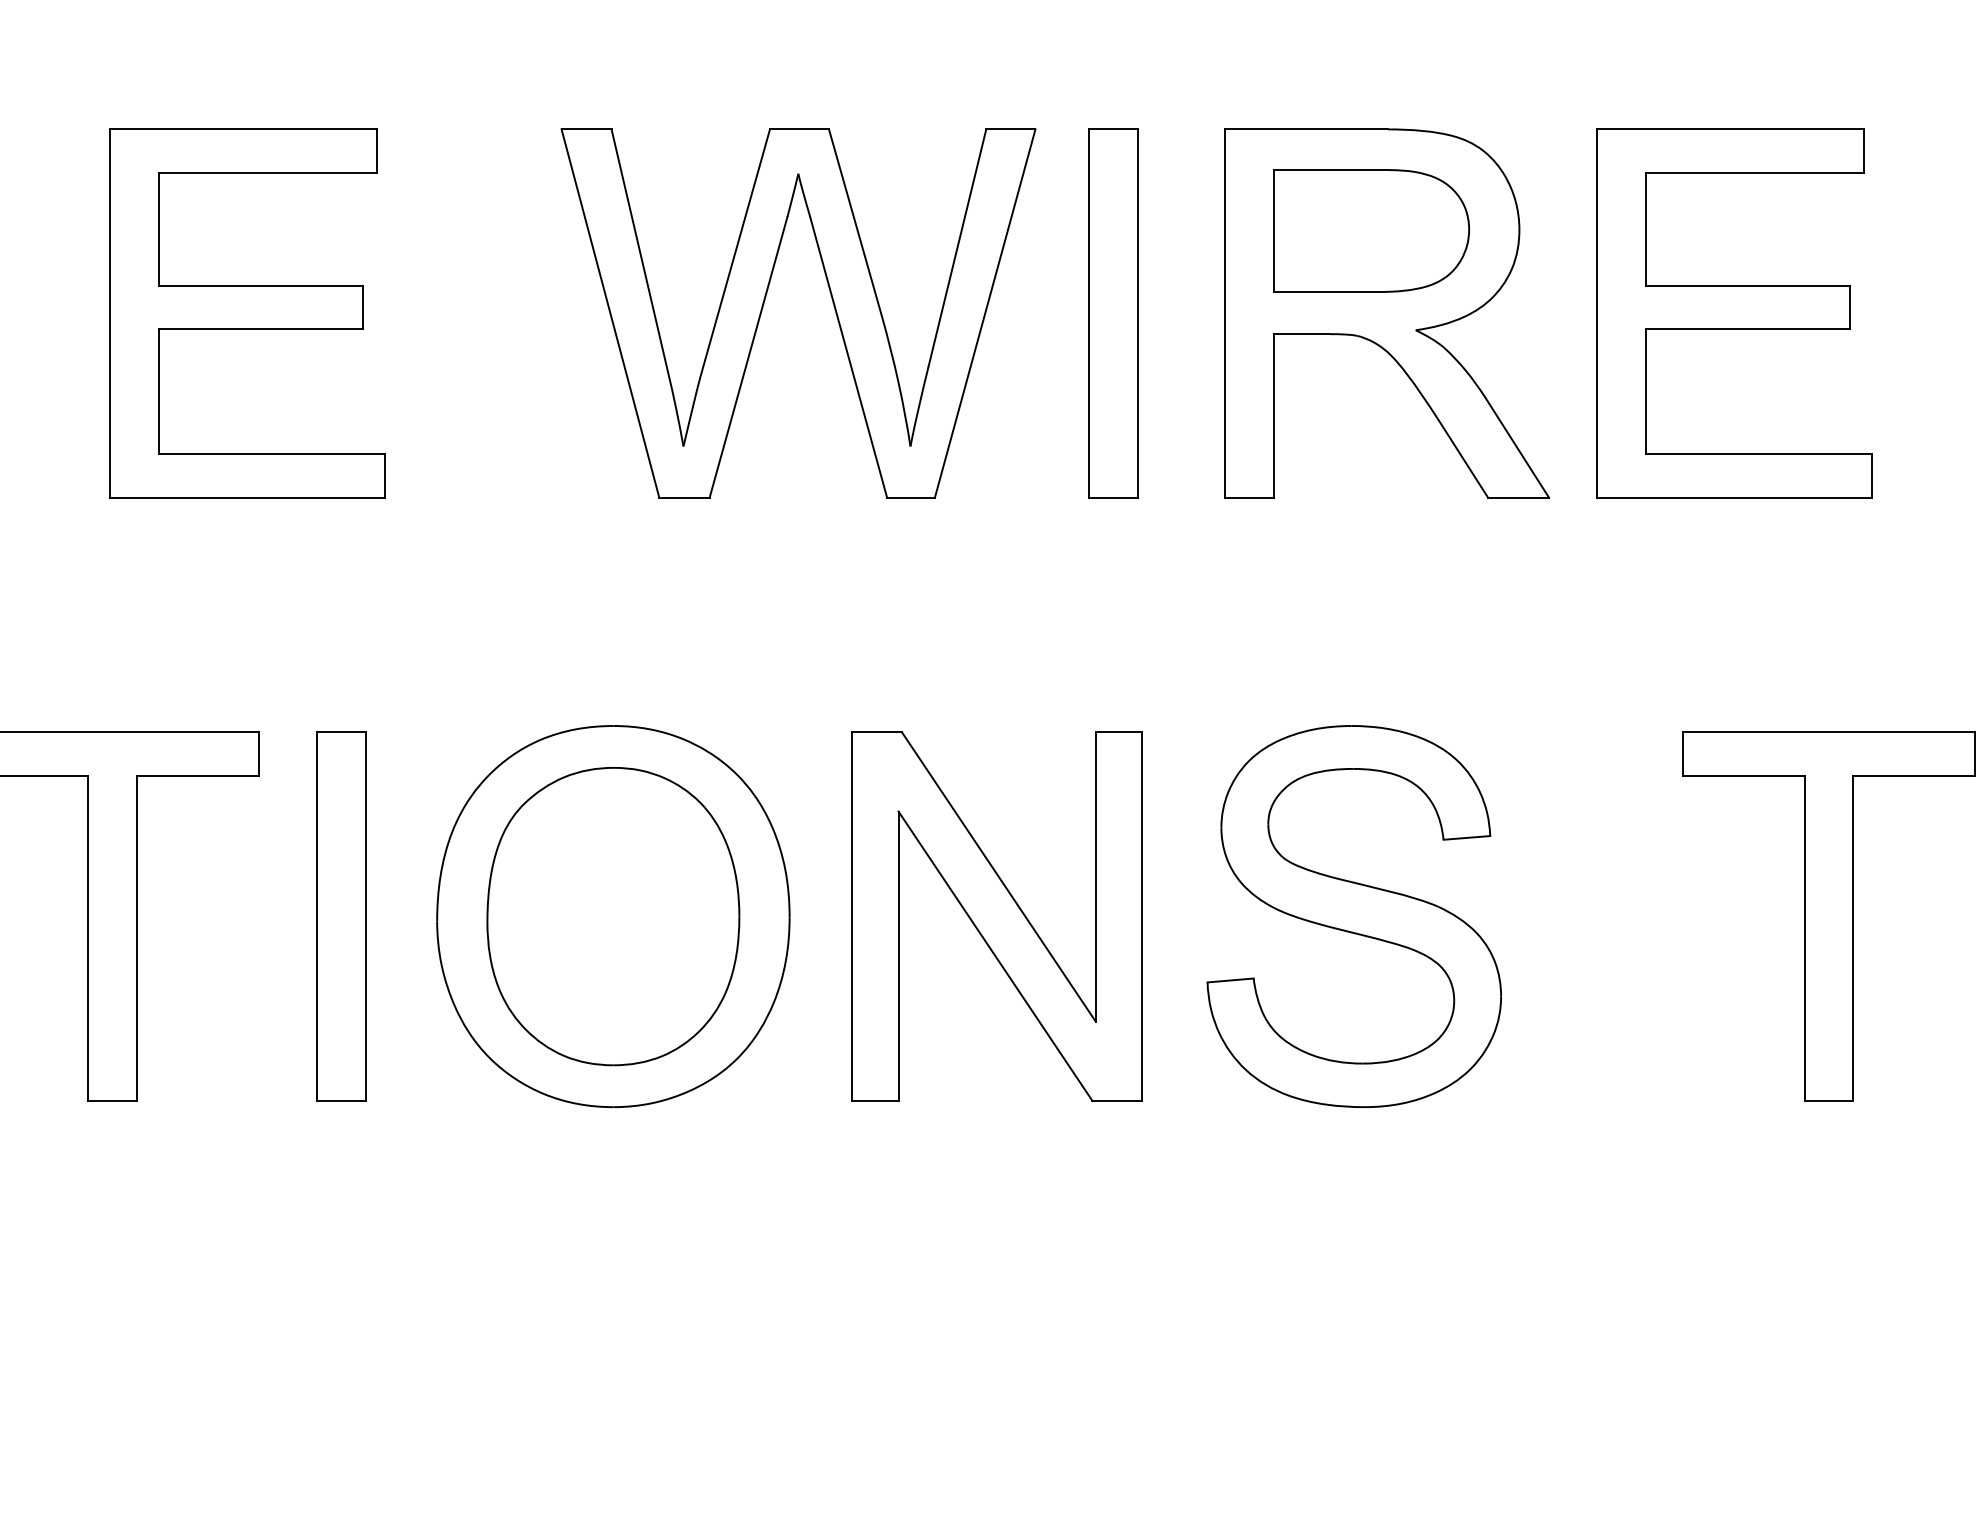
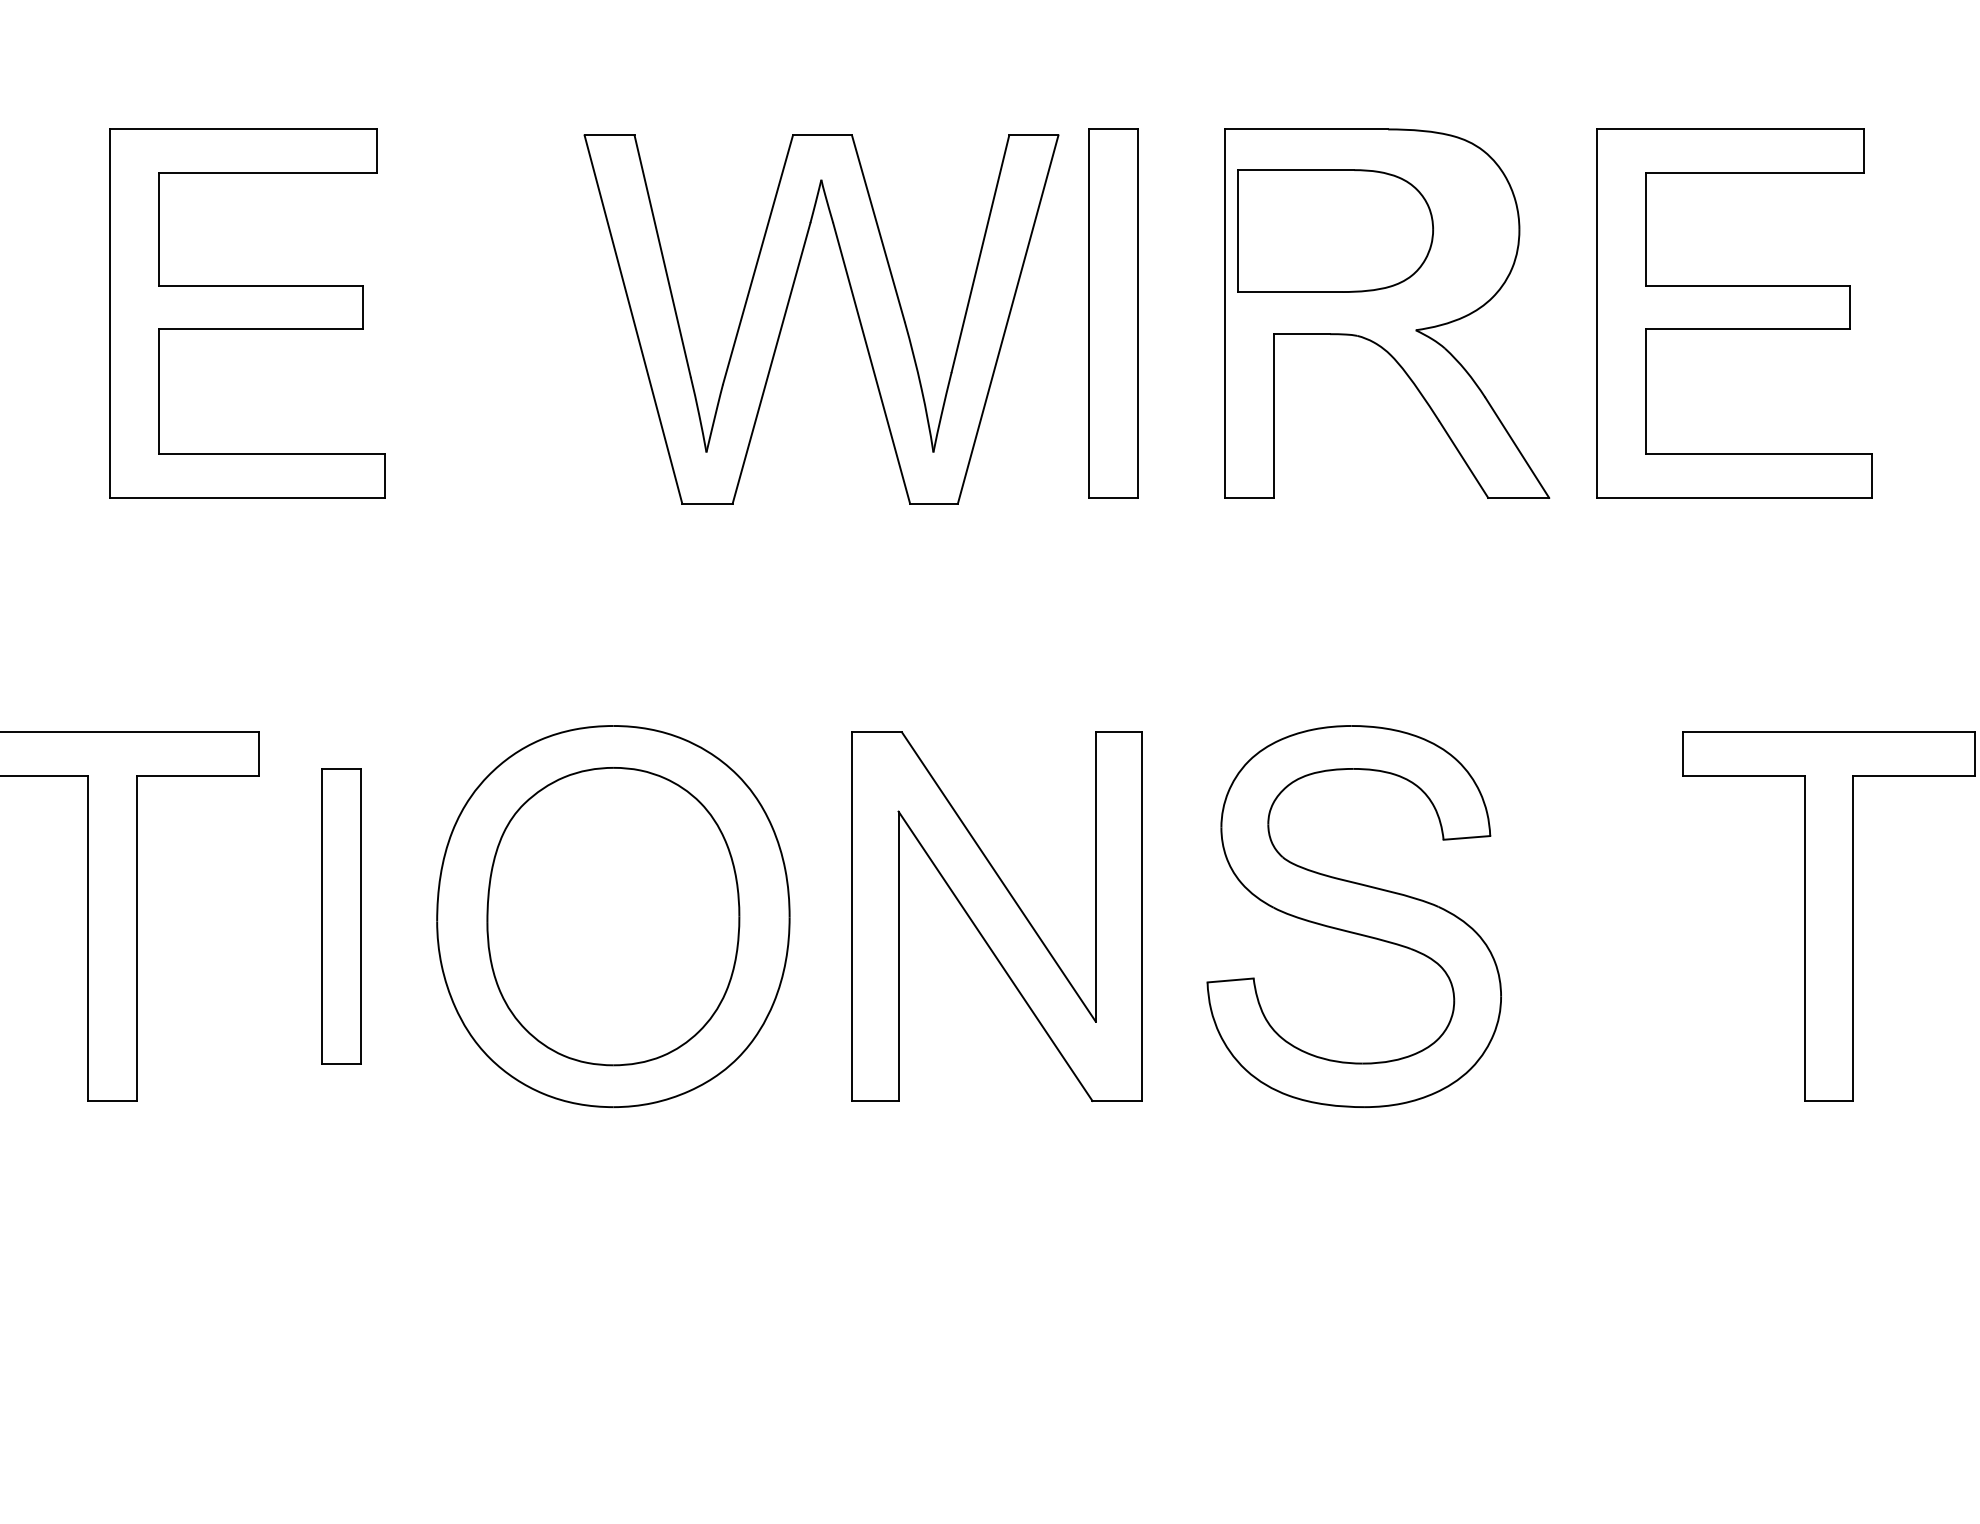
part at (1371, 230) position: (1371, 230) -> (1335, 230)
part at (764, 304) position: (764, 304) -> (787, 310)
part at (341, 916) size: 51x371 px -> 41x297 px
